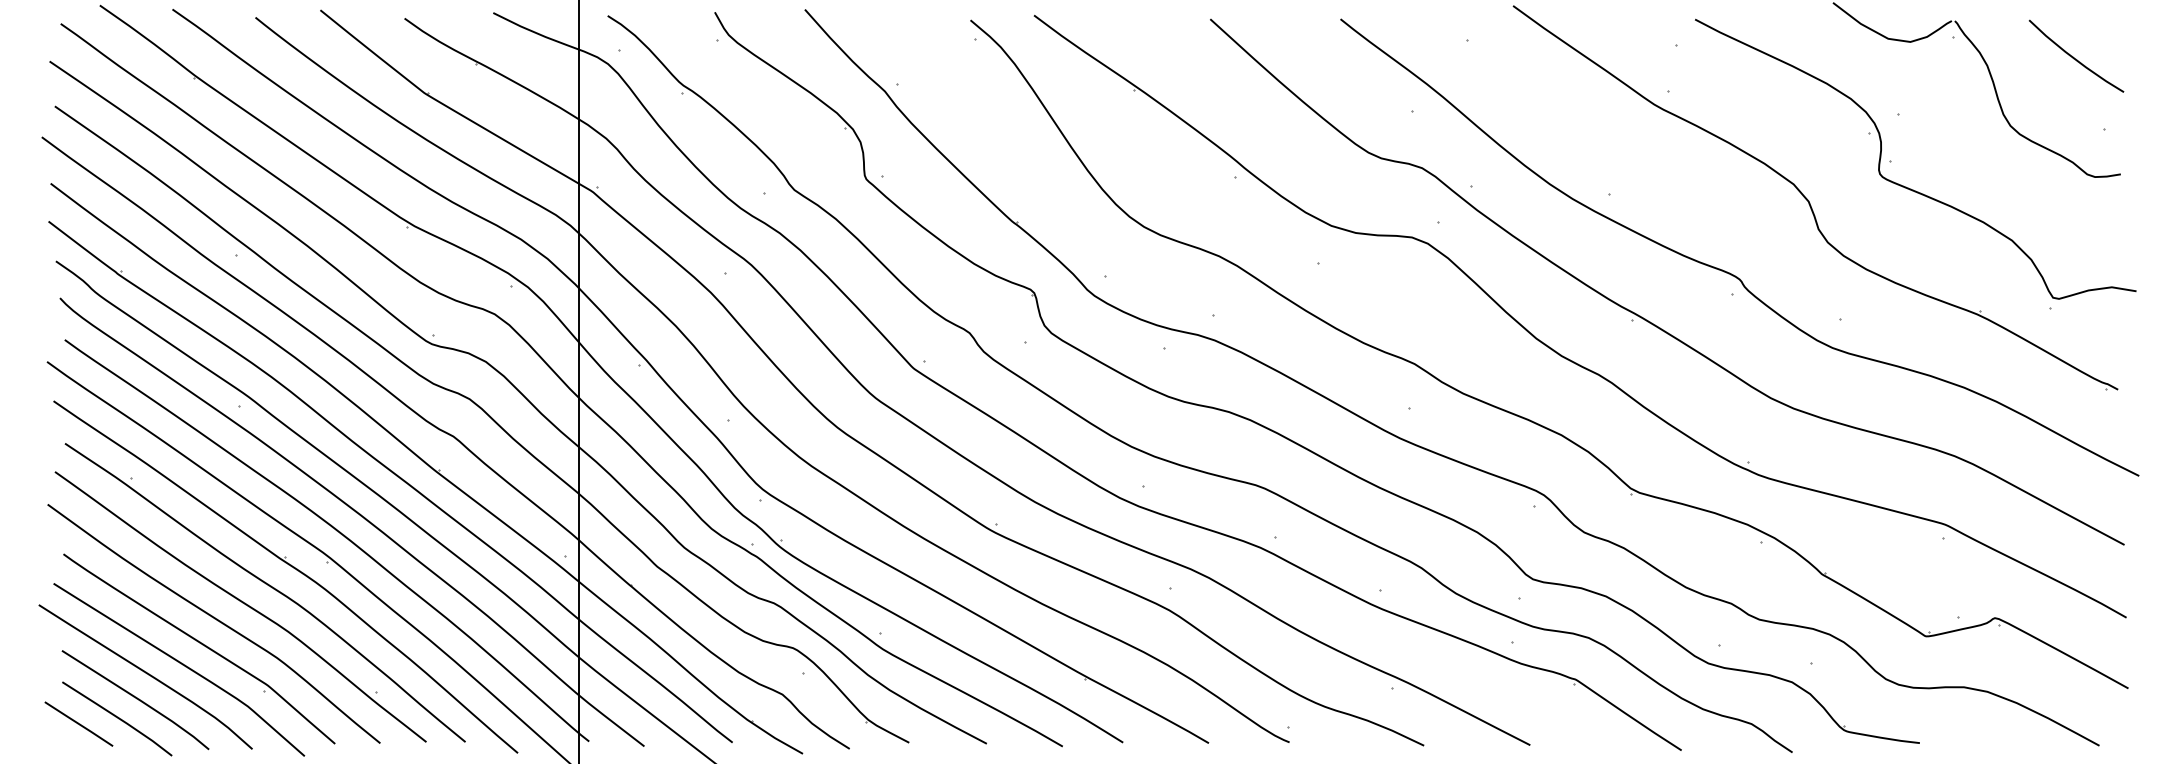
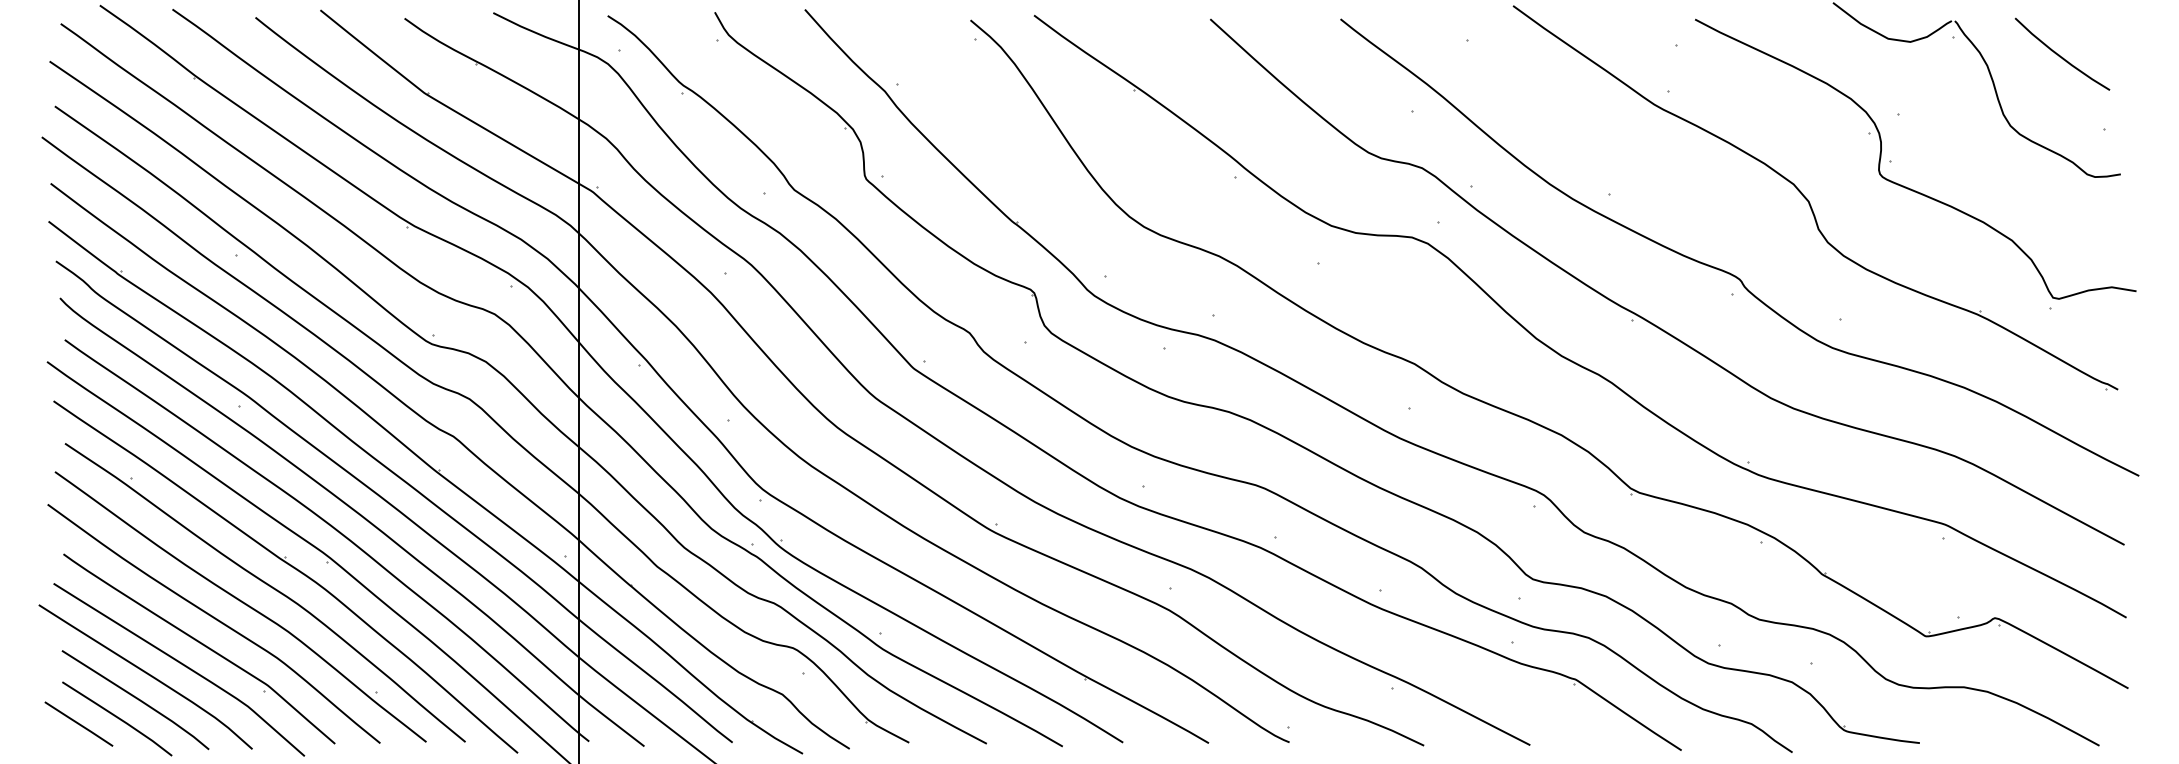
curve at (2074, 57) position: (2074, 57) -> (2060, 55)
